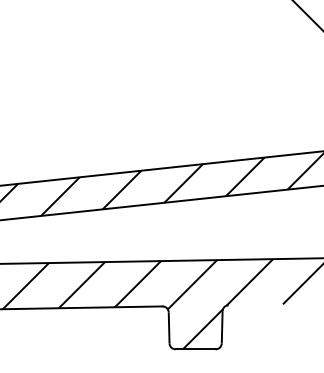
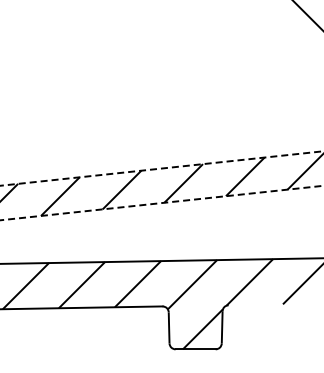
line at (161, 168): solid -> dashed
line at (161, 203): solid -> dashed
